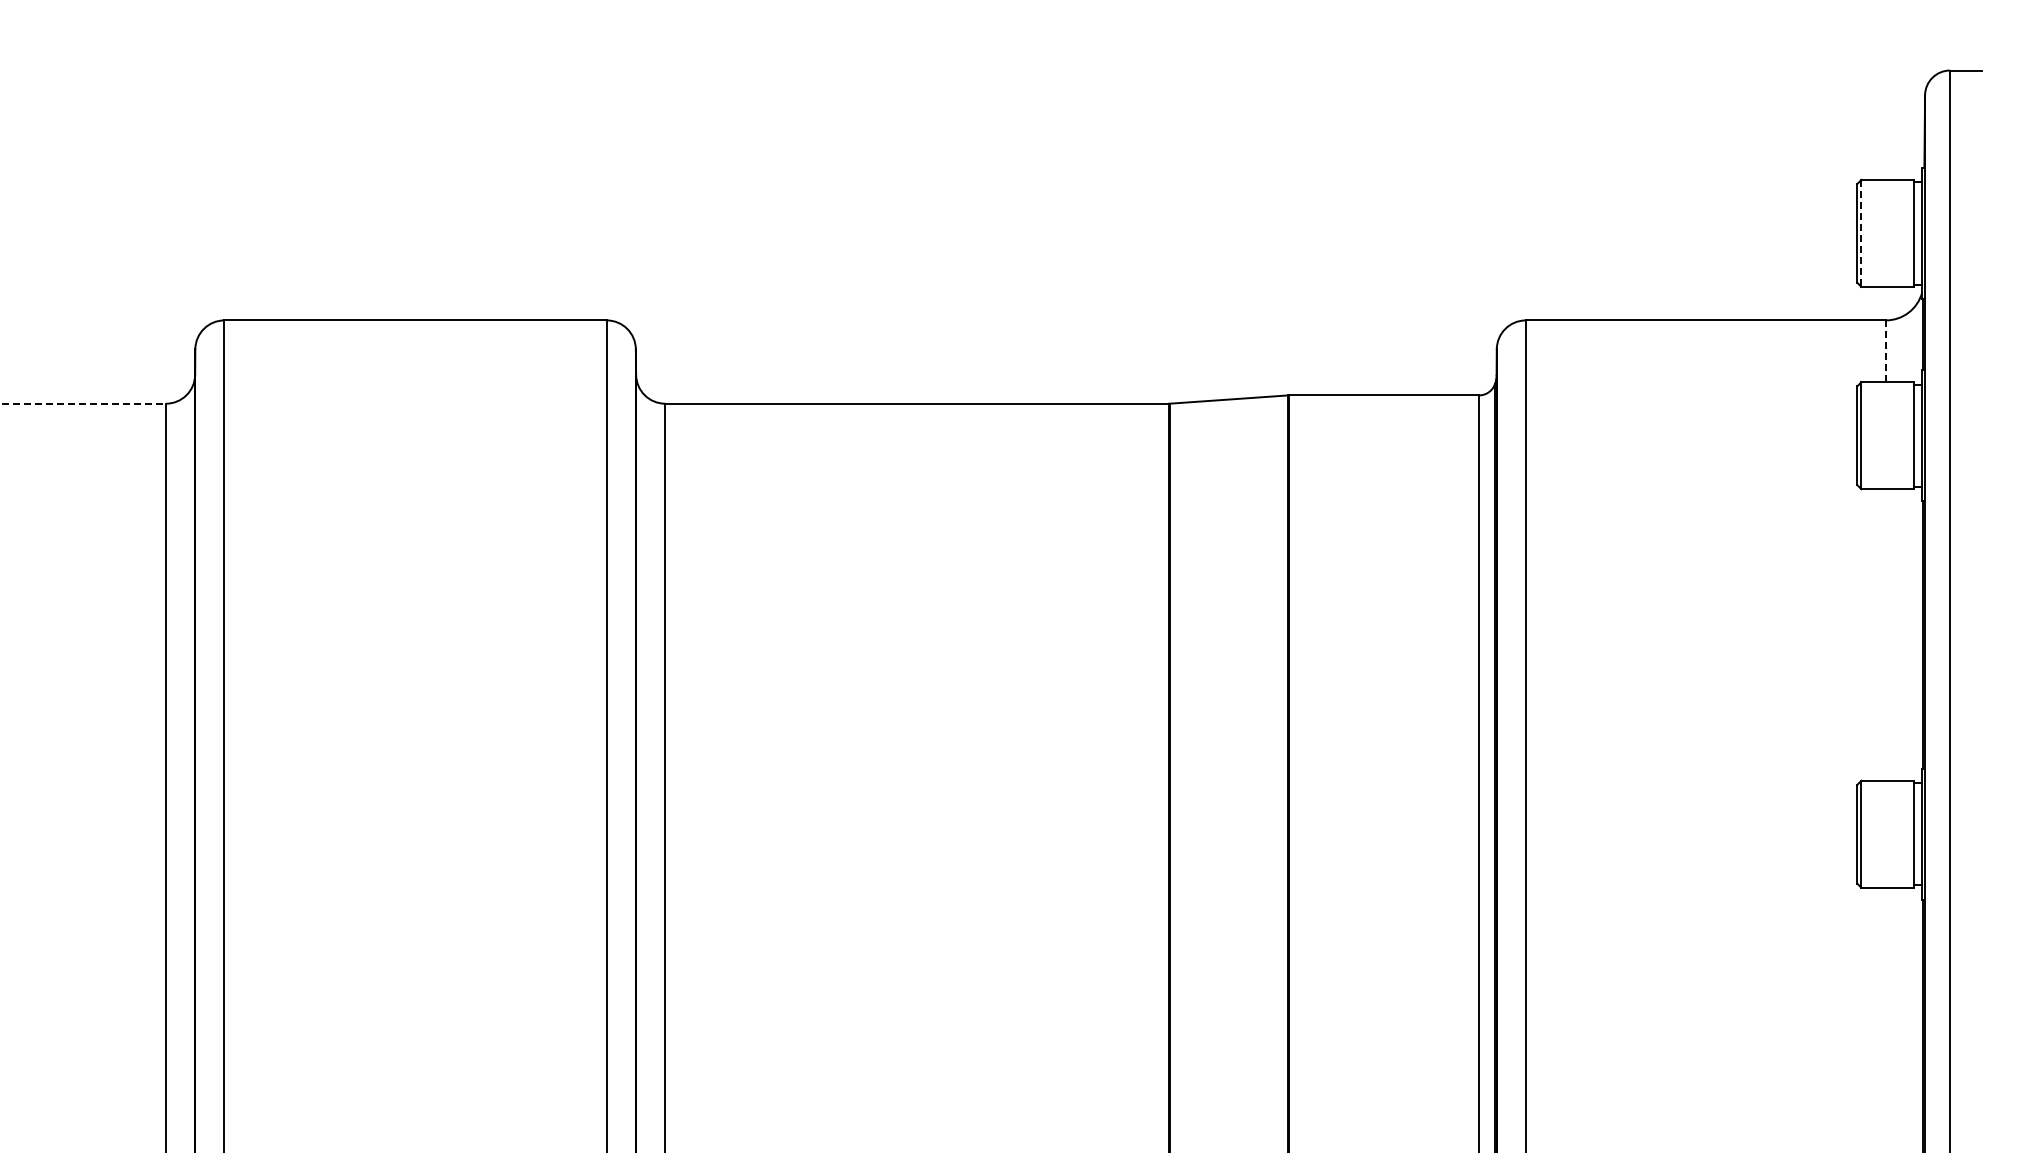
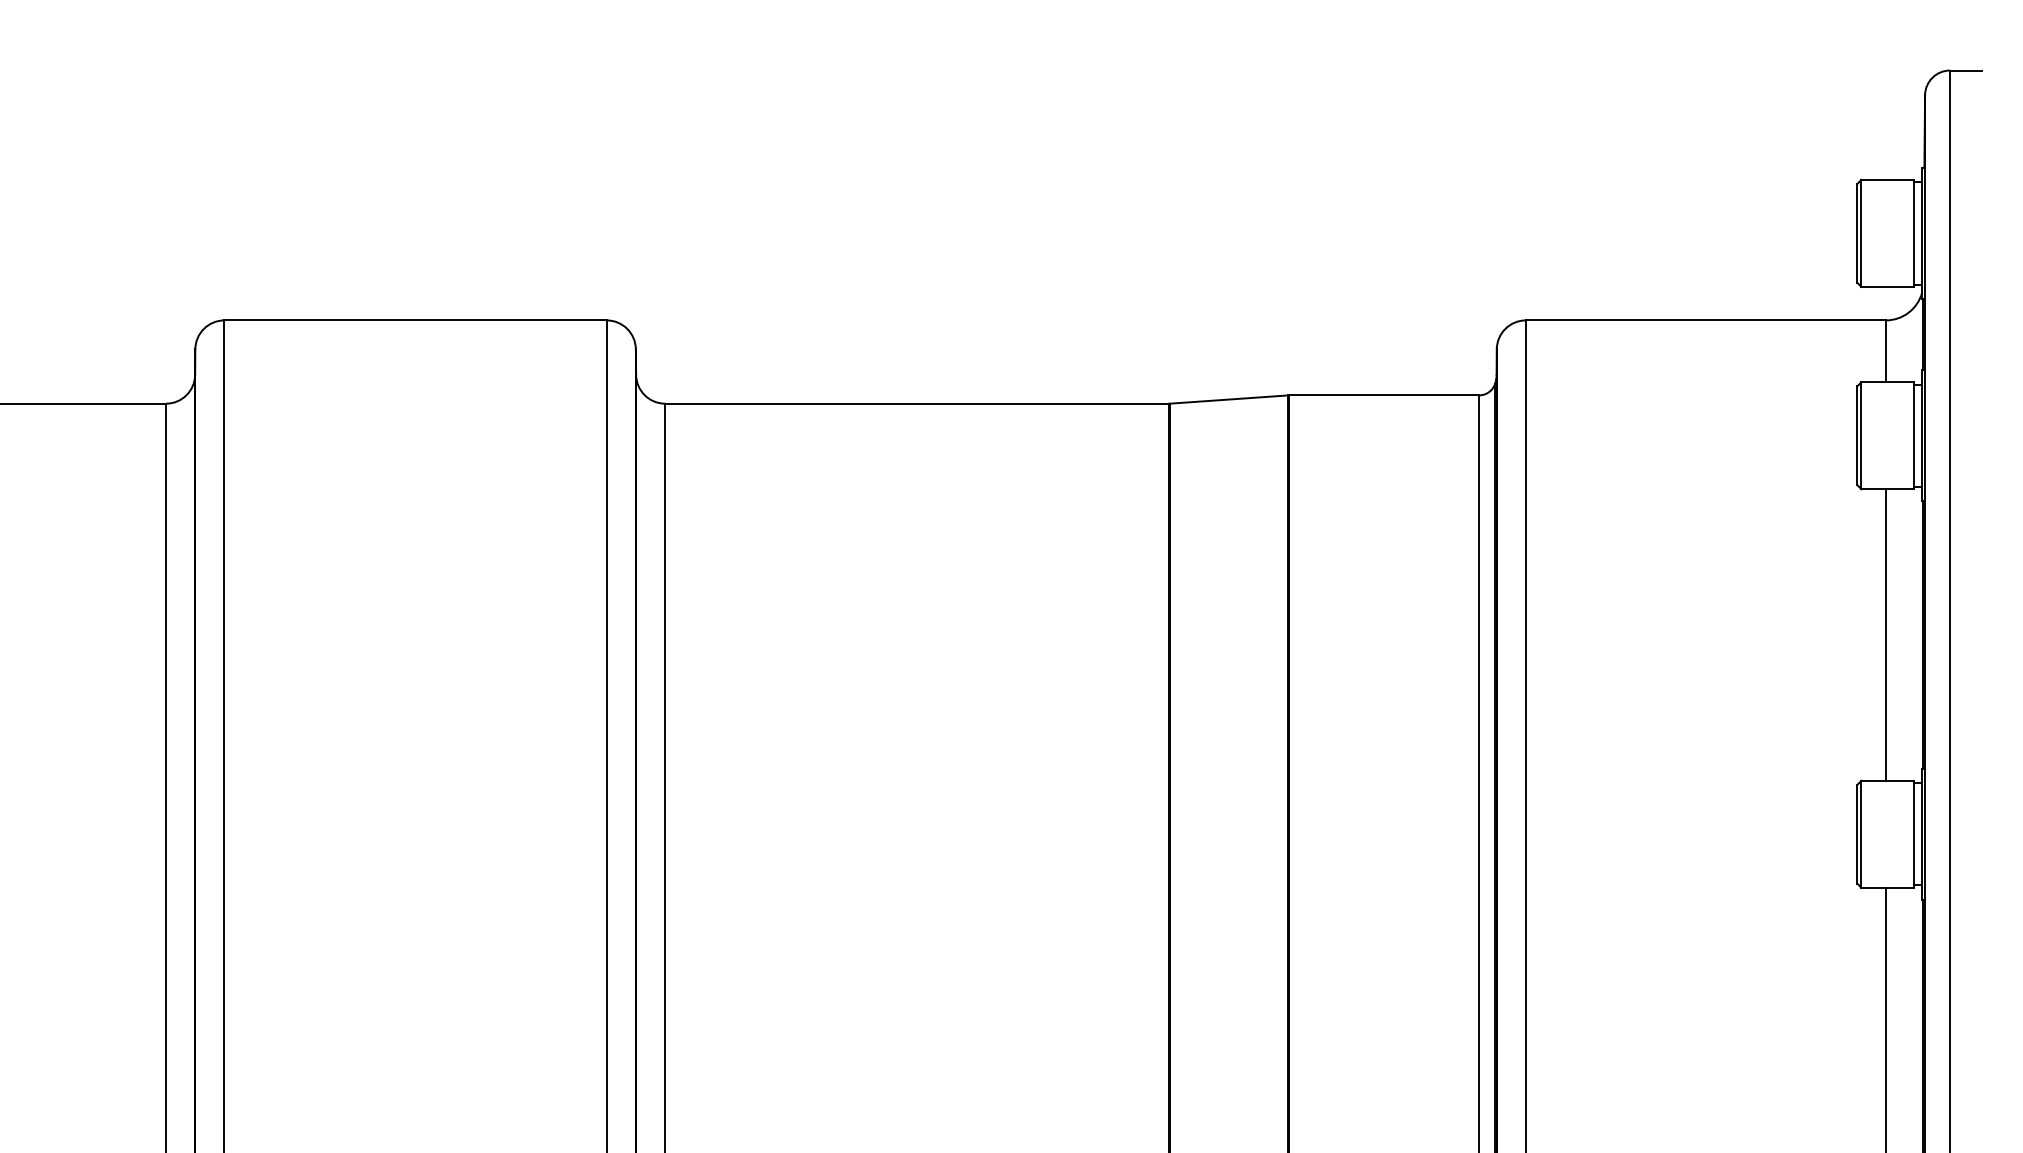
line at (1861, 233): dashed -> solid
line at (1885, 351): dashed -> solid
line at (83, 403): dashed -> solid
line at (1885, 634): none -> present
line at (1885, 1018): none -> present
